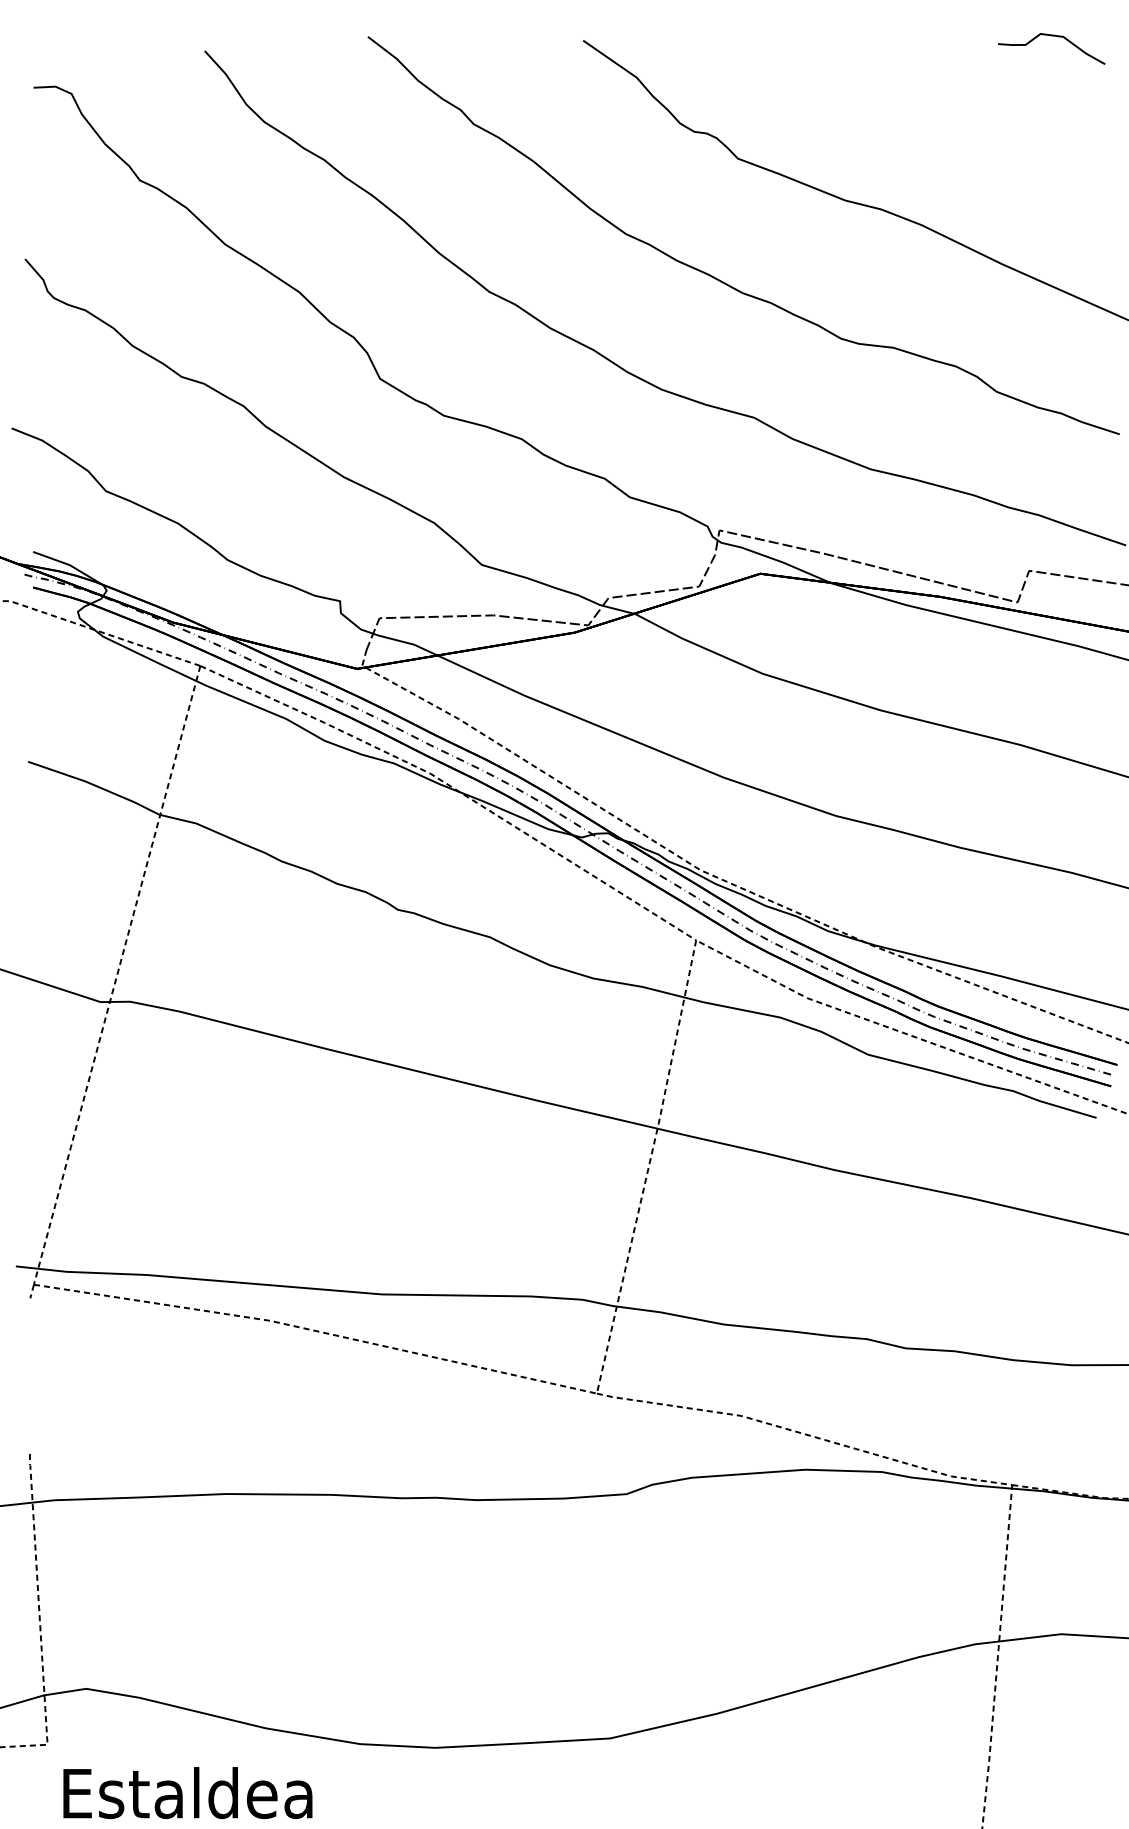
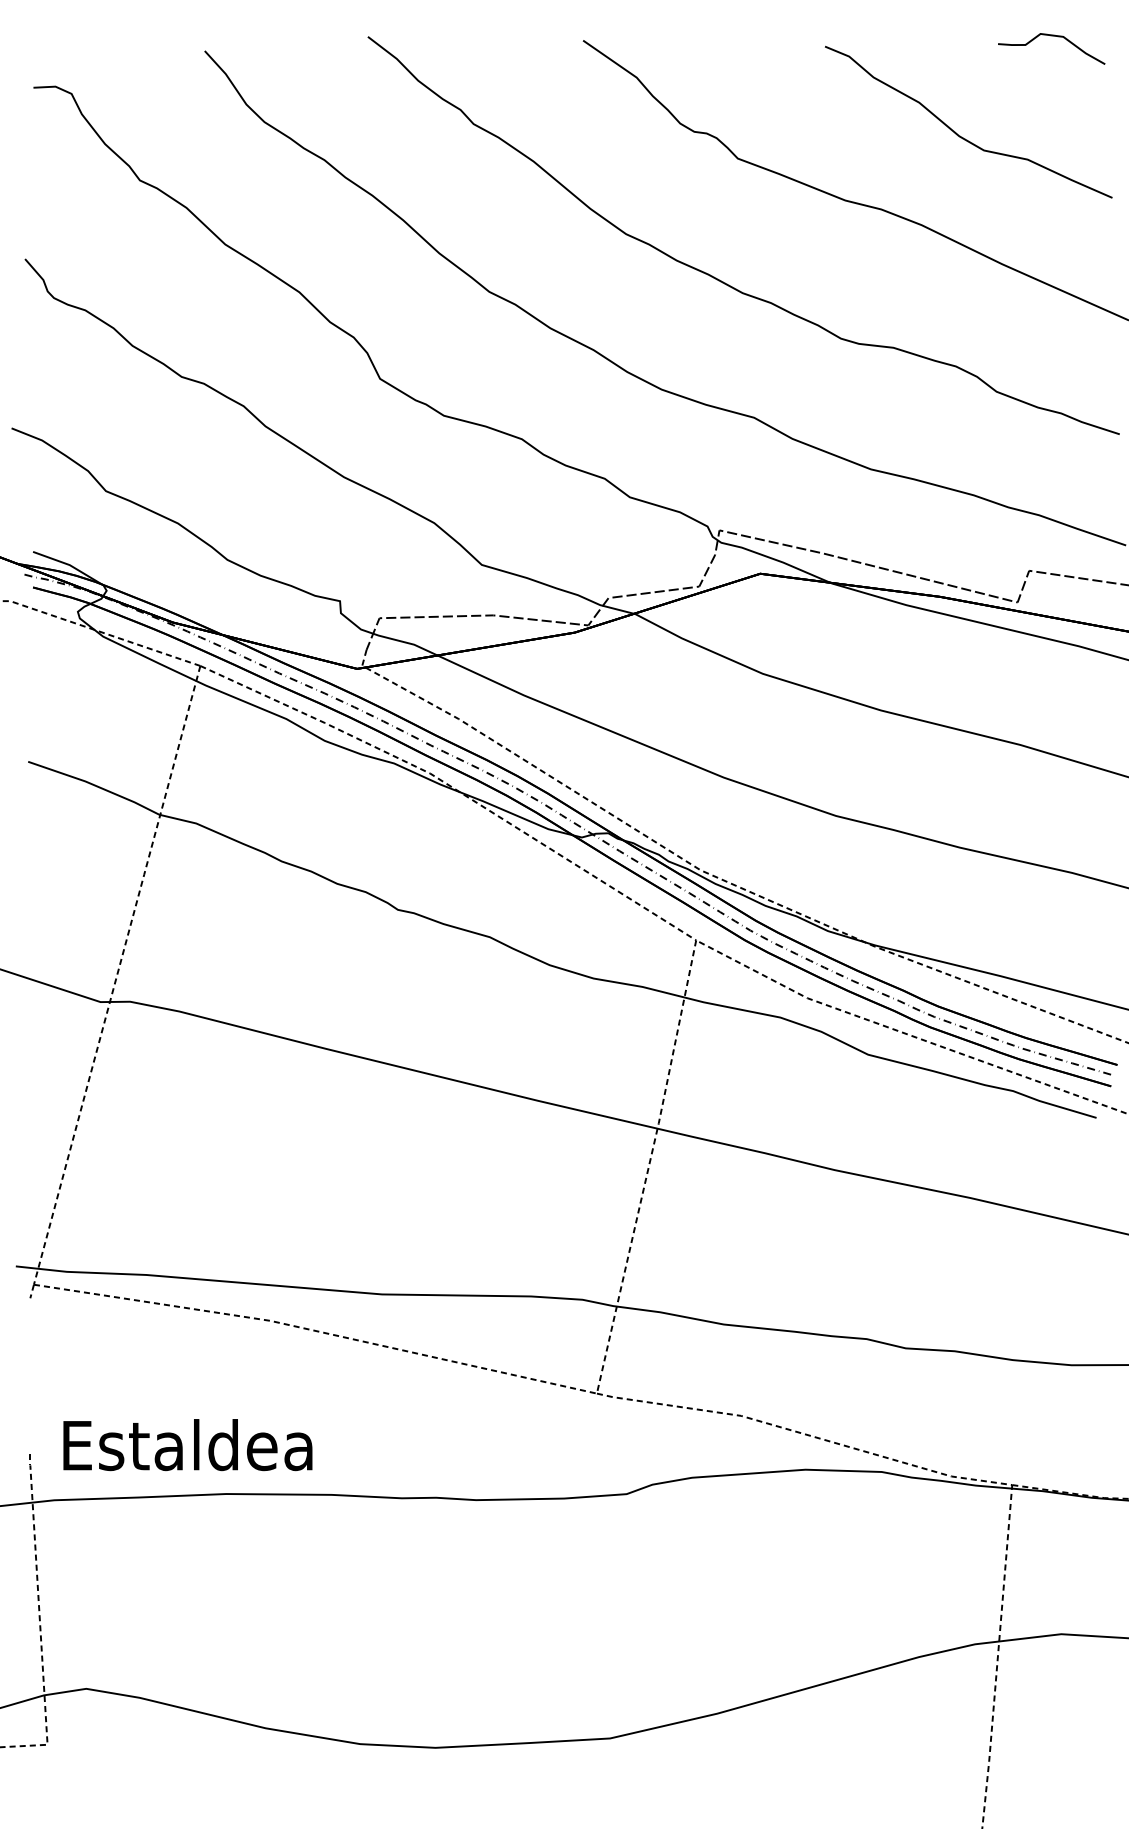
curve at (960, 135): none -> present
text at (187, 1793) position: (187, 1793) -> (187, 1445)
